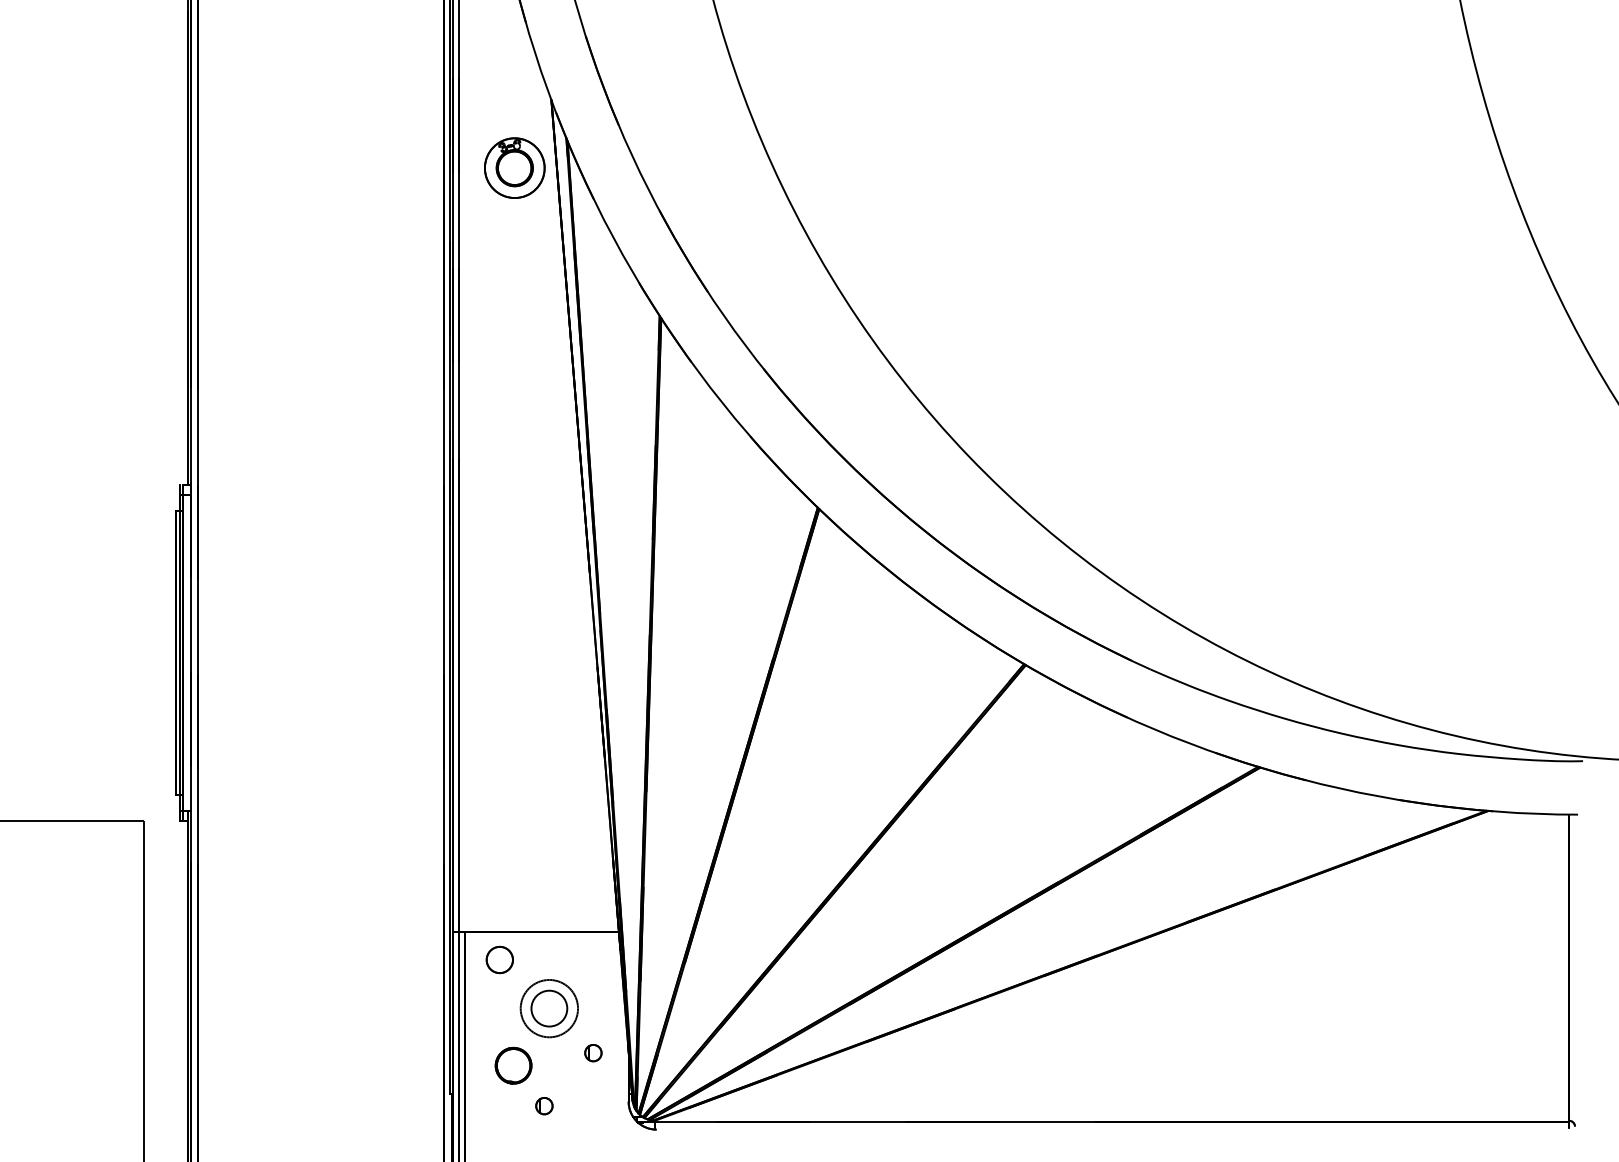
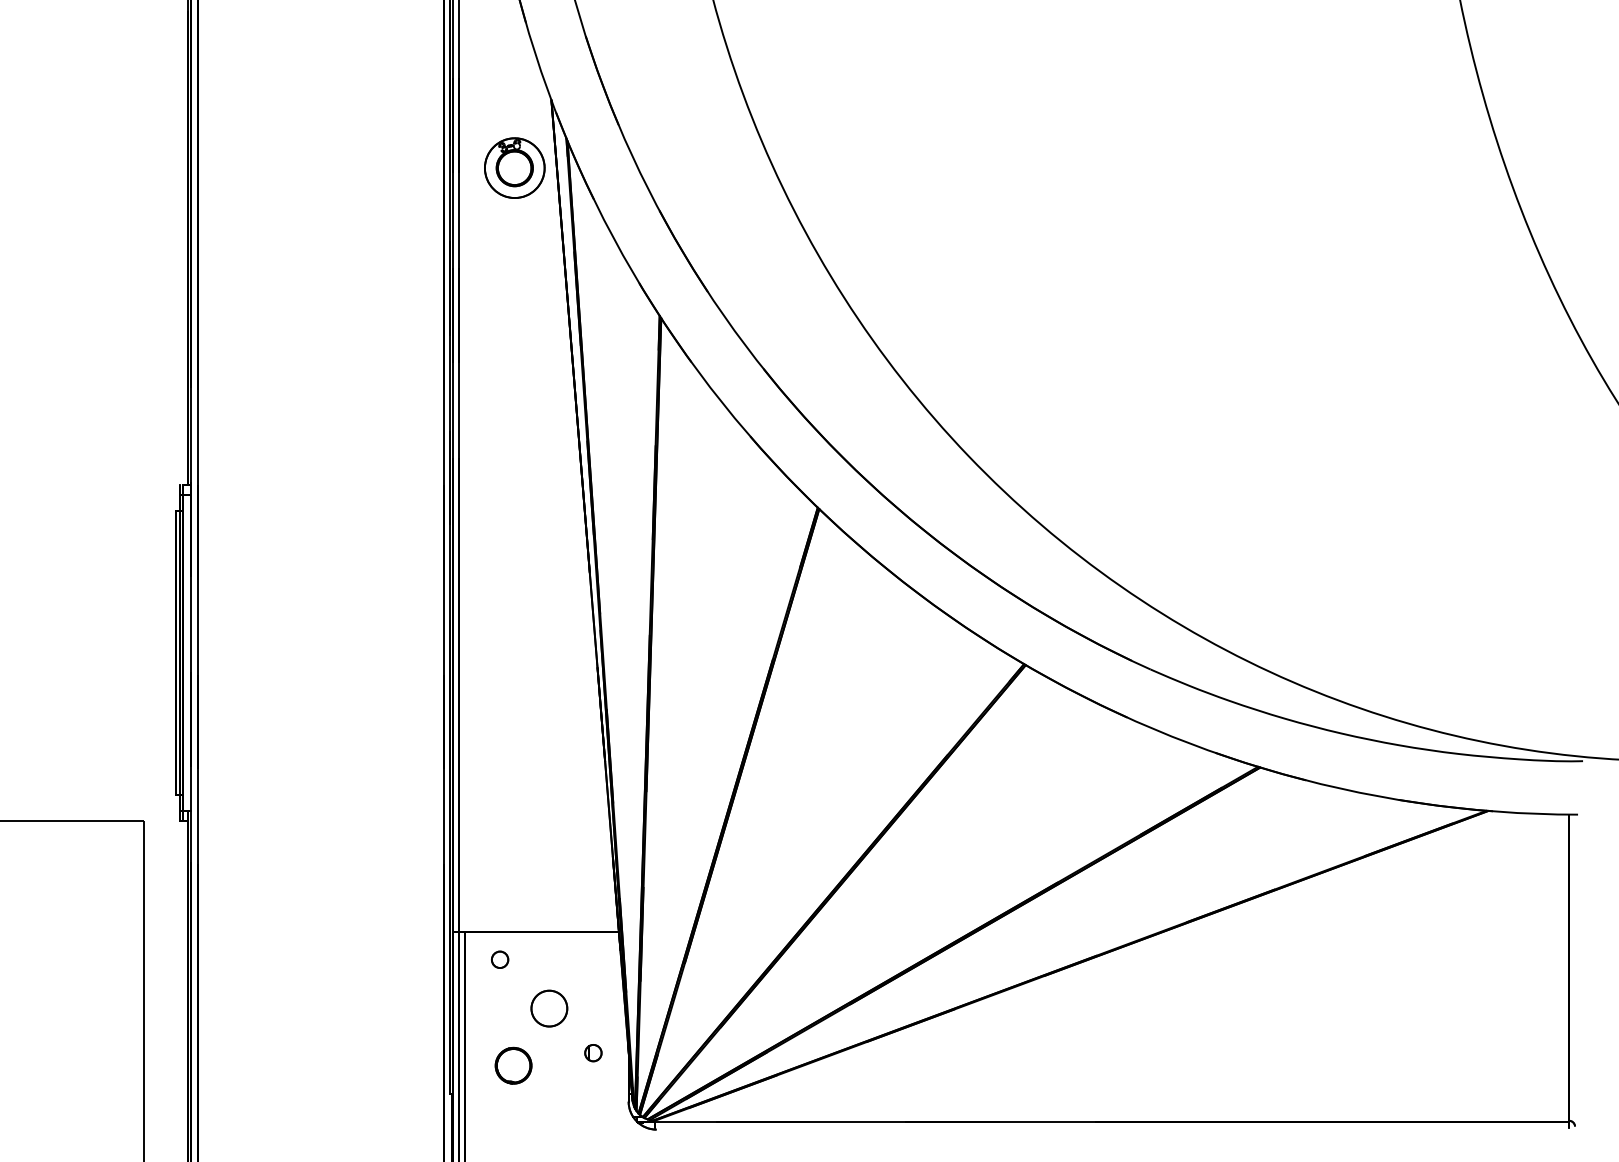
circle at (499, 959) size: 29x30 px -> 19x19 px
circle at (549, 1008) diameter: 57 px -> 36 px
part at (544, 1106): present -> none
